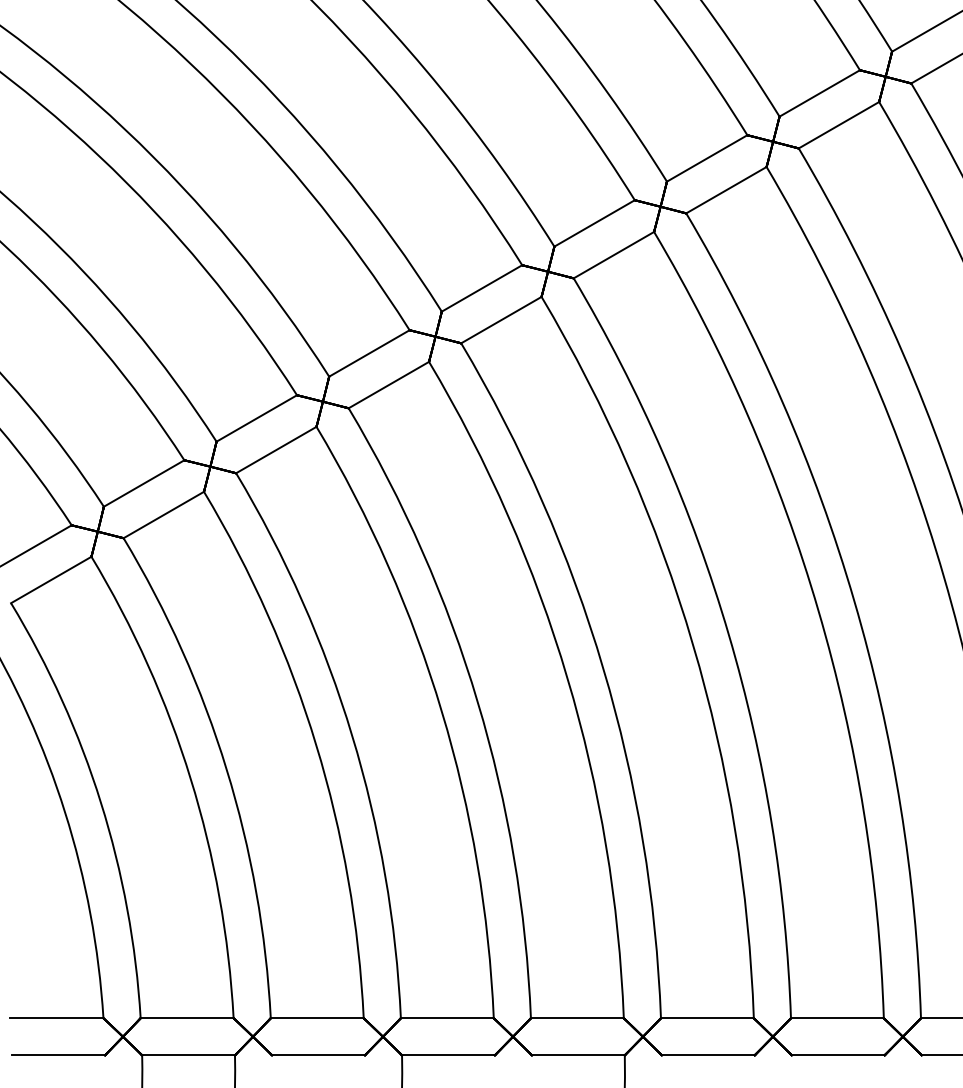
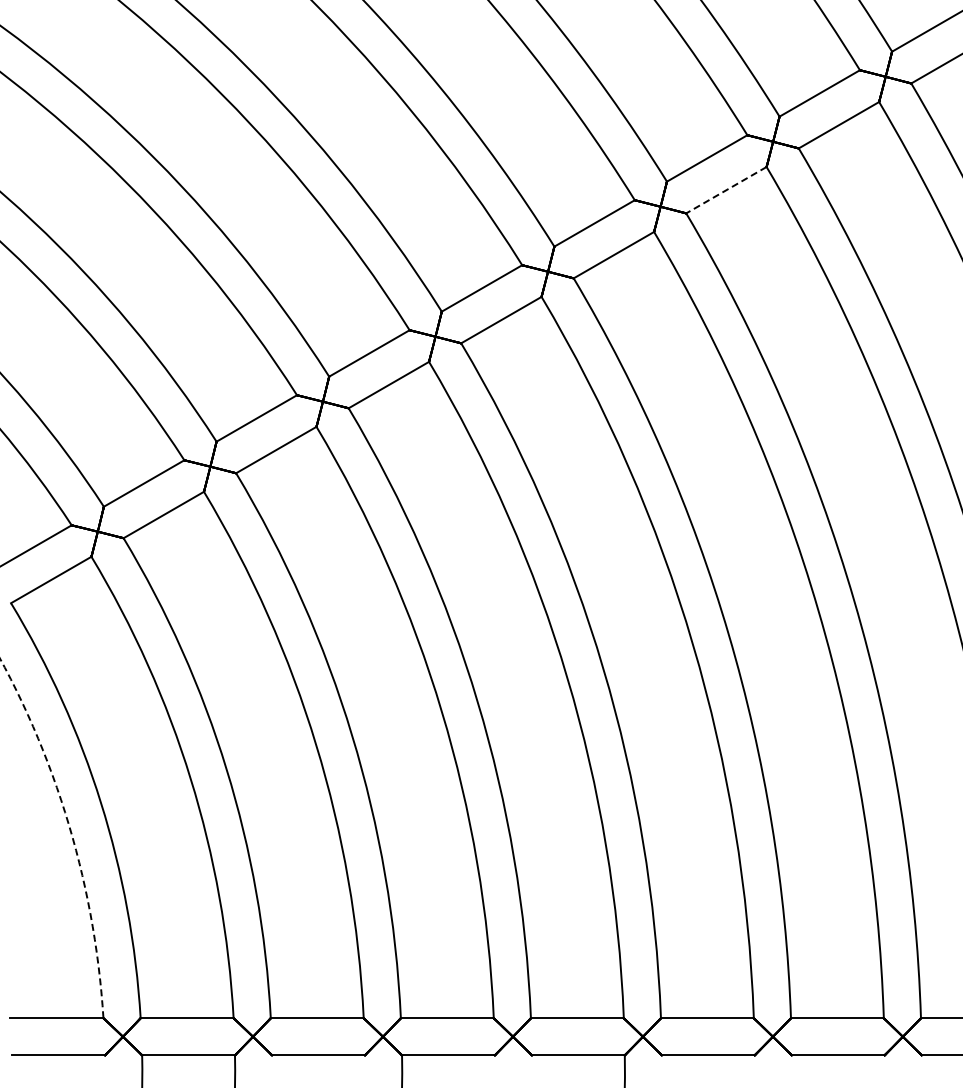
line at (726, 190): solid -> dashed
arc at (71, 832): solid -> dashed
